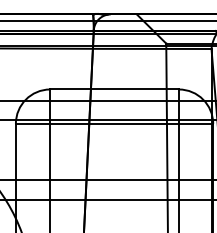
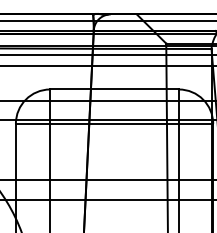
line at (107, 55): none -> present
line at (107, 65): none -> present
